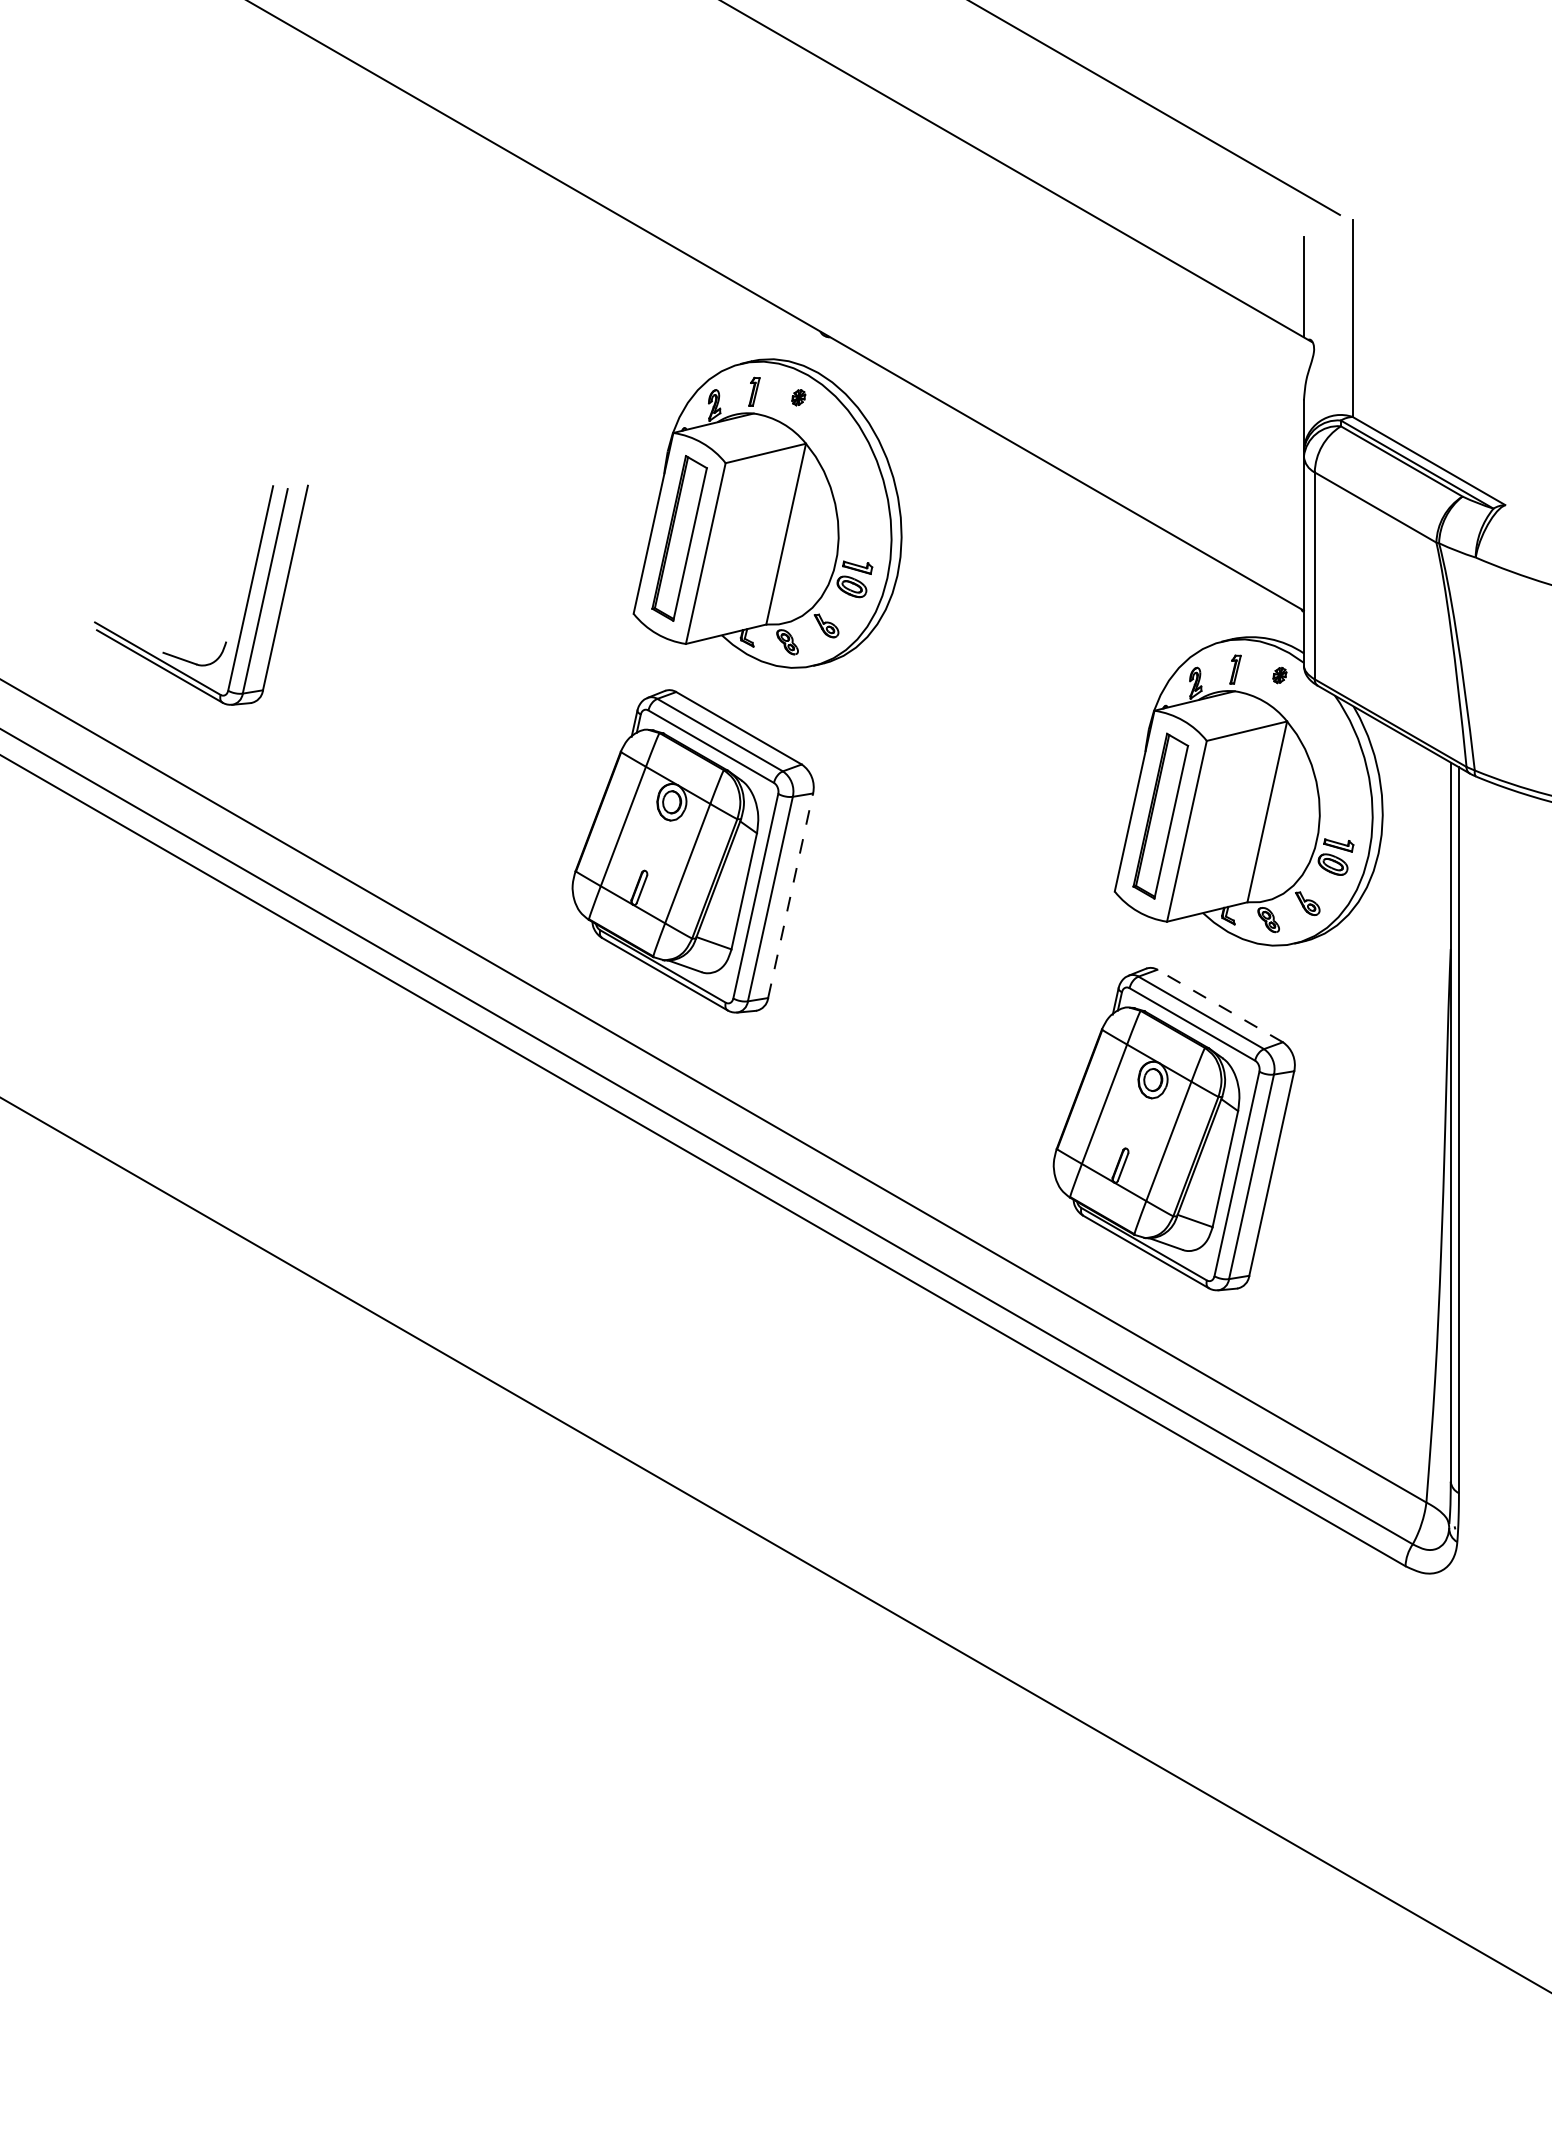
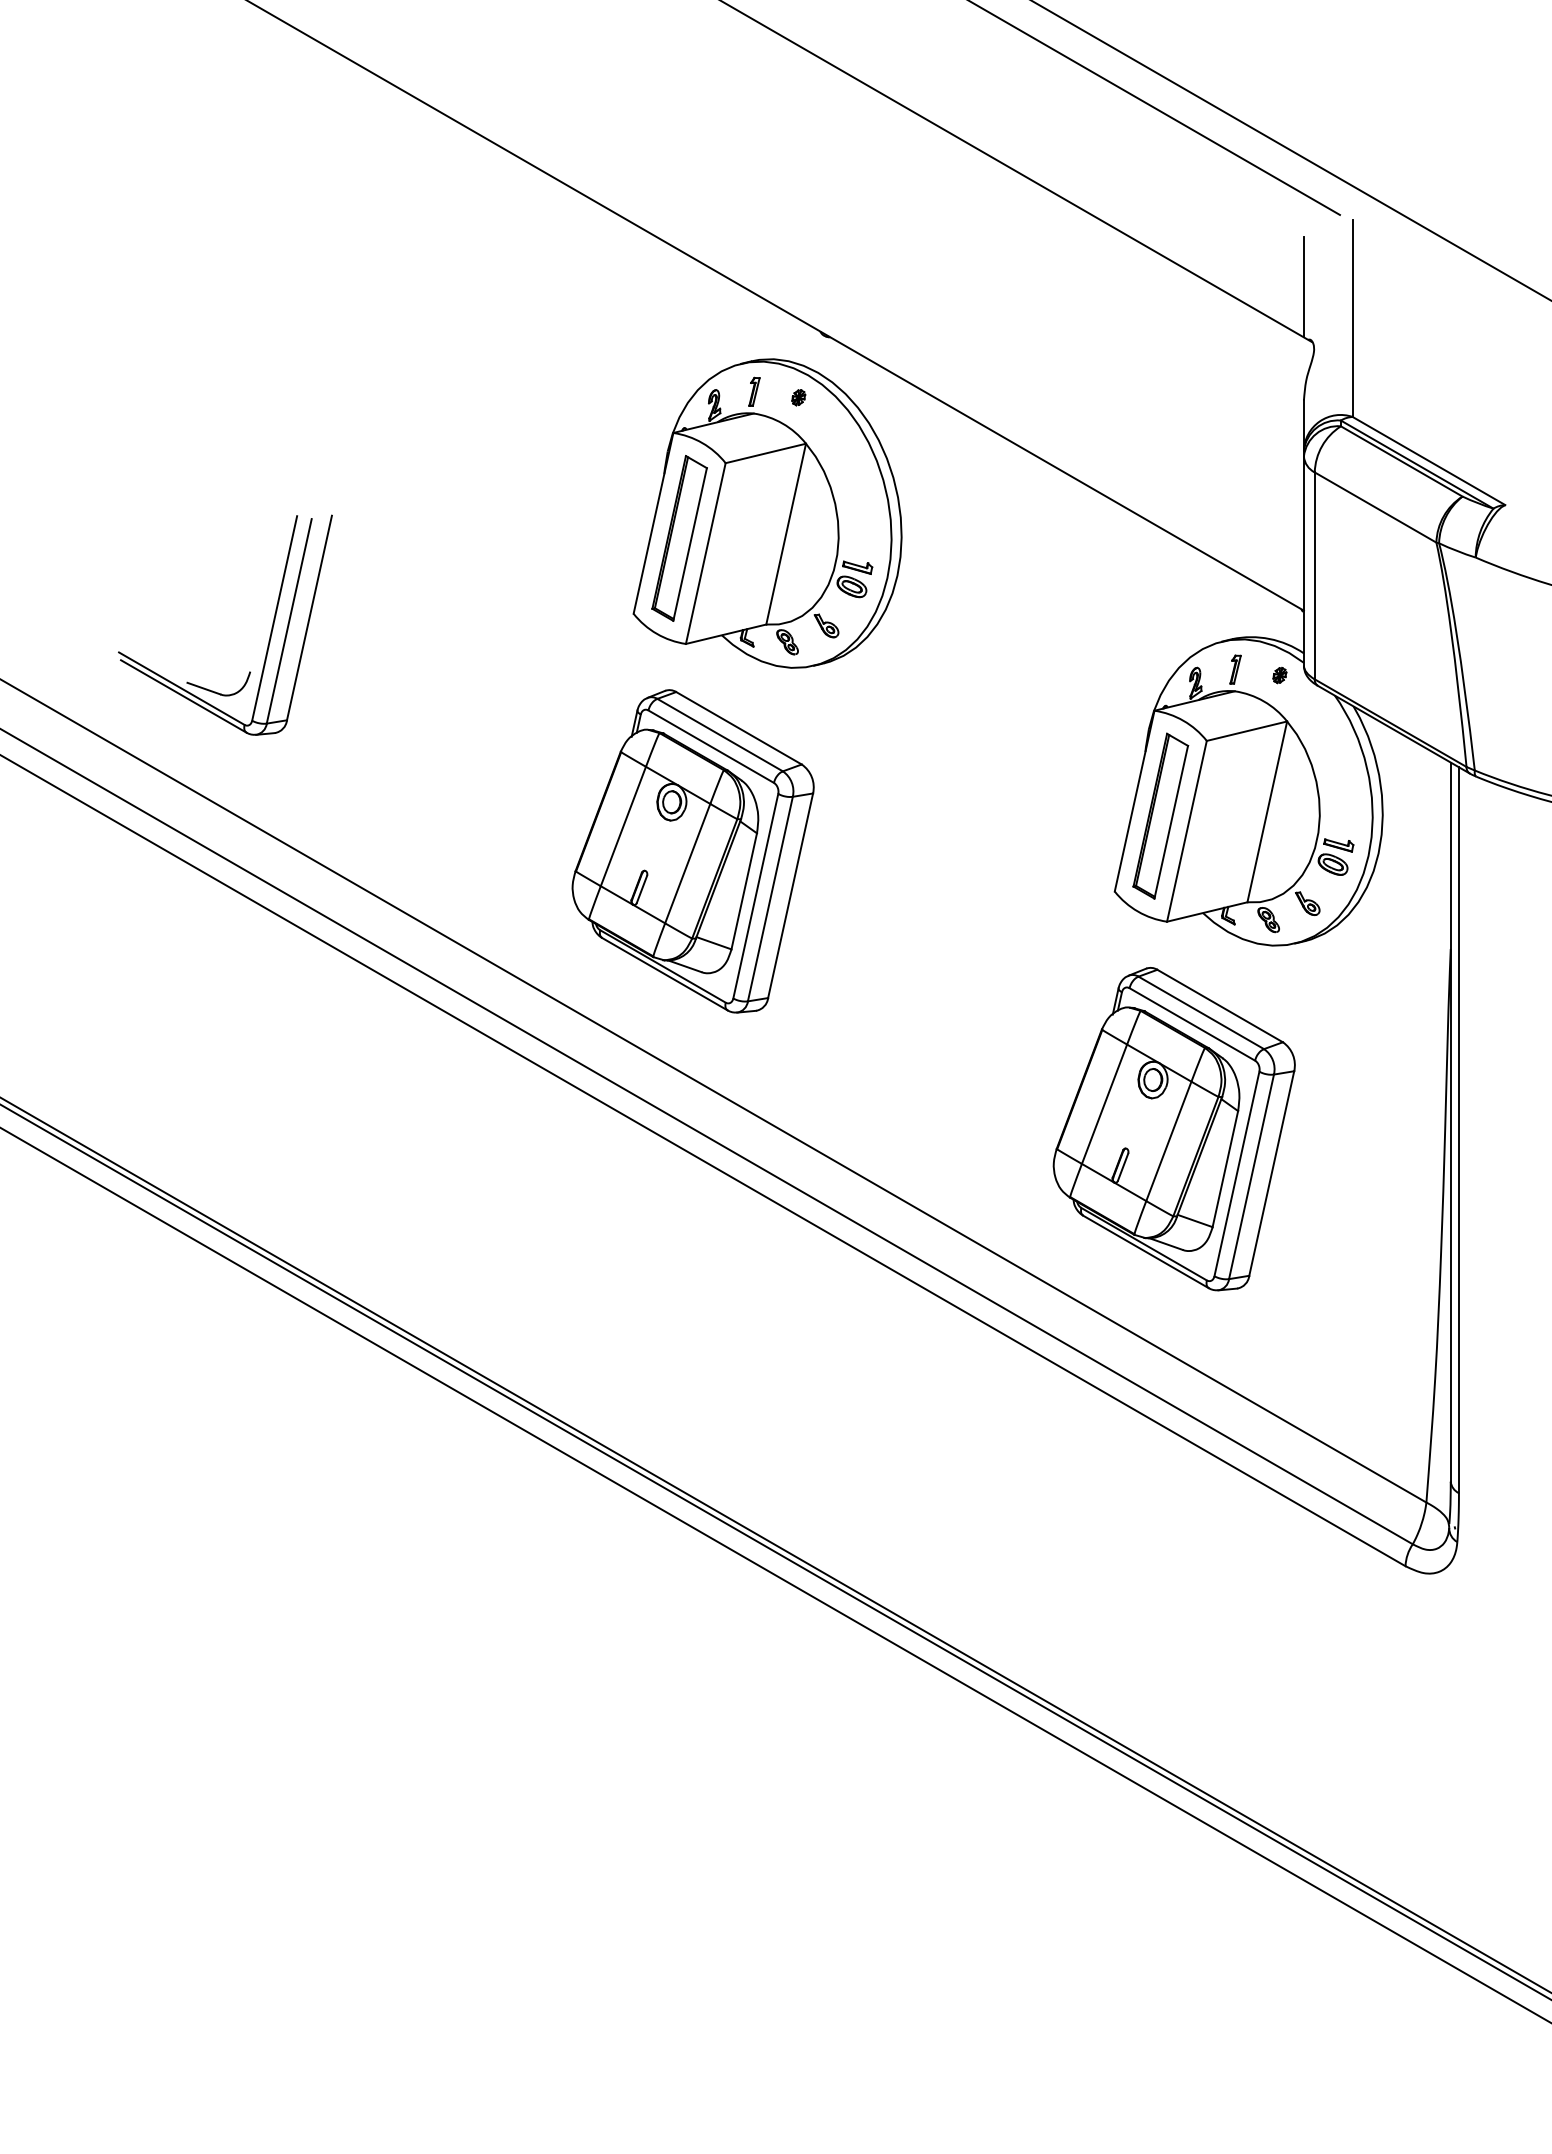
line at (1291, 150): none -> present
part at (246, 601) position: (246, 601) -> (270, 631)
line at (790, 895): dashed -> solid
line at (1219, 1005): dashed -> solid
line at (775, 1551): none -> present
line at (775, 1574): none -> present
